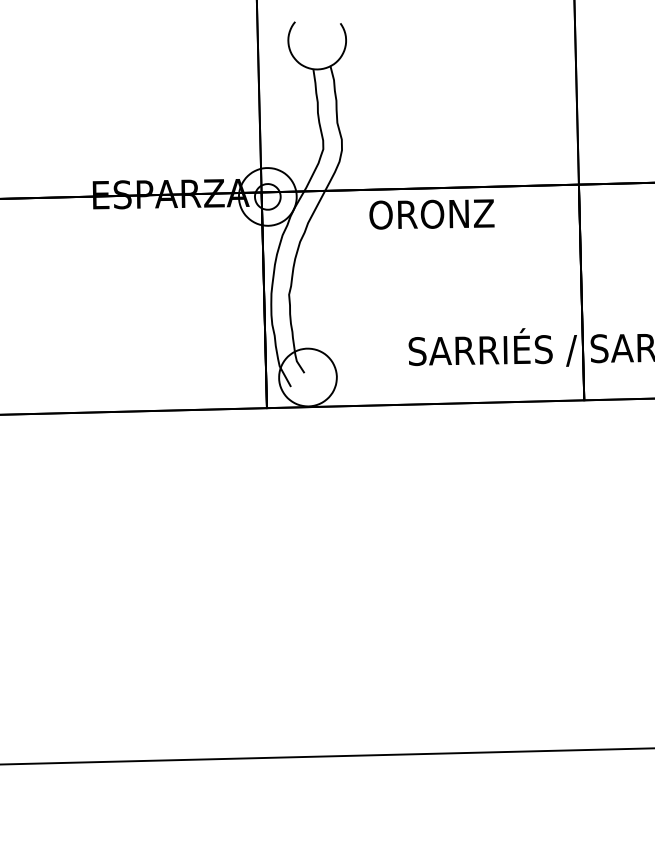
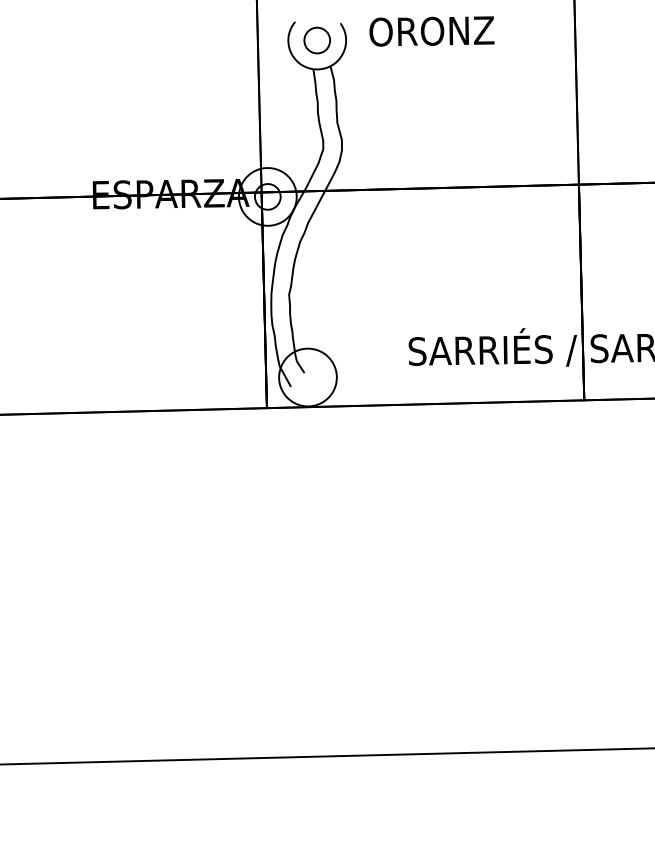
part at (316, 40): none -> present
text at (431, 214) position: (431, 214) -> (431, 31)
